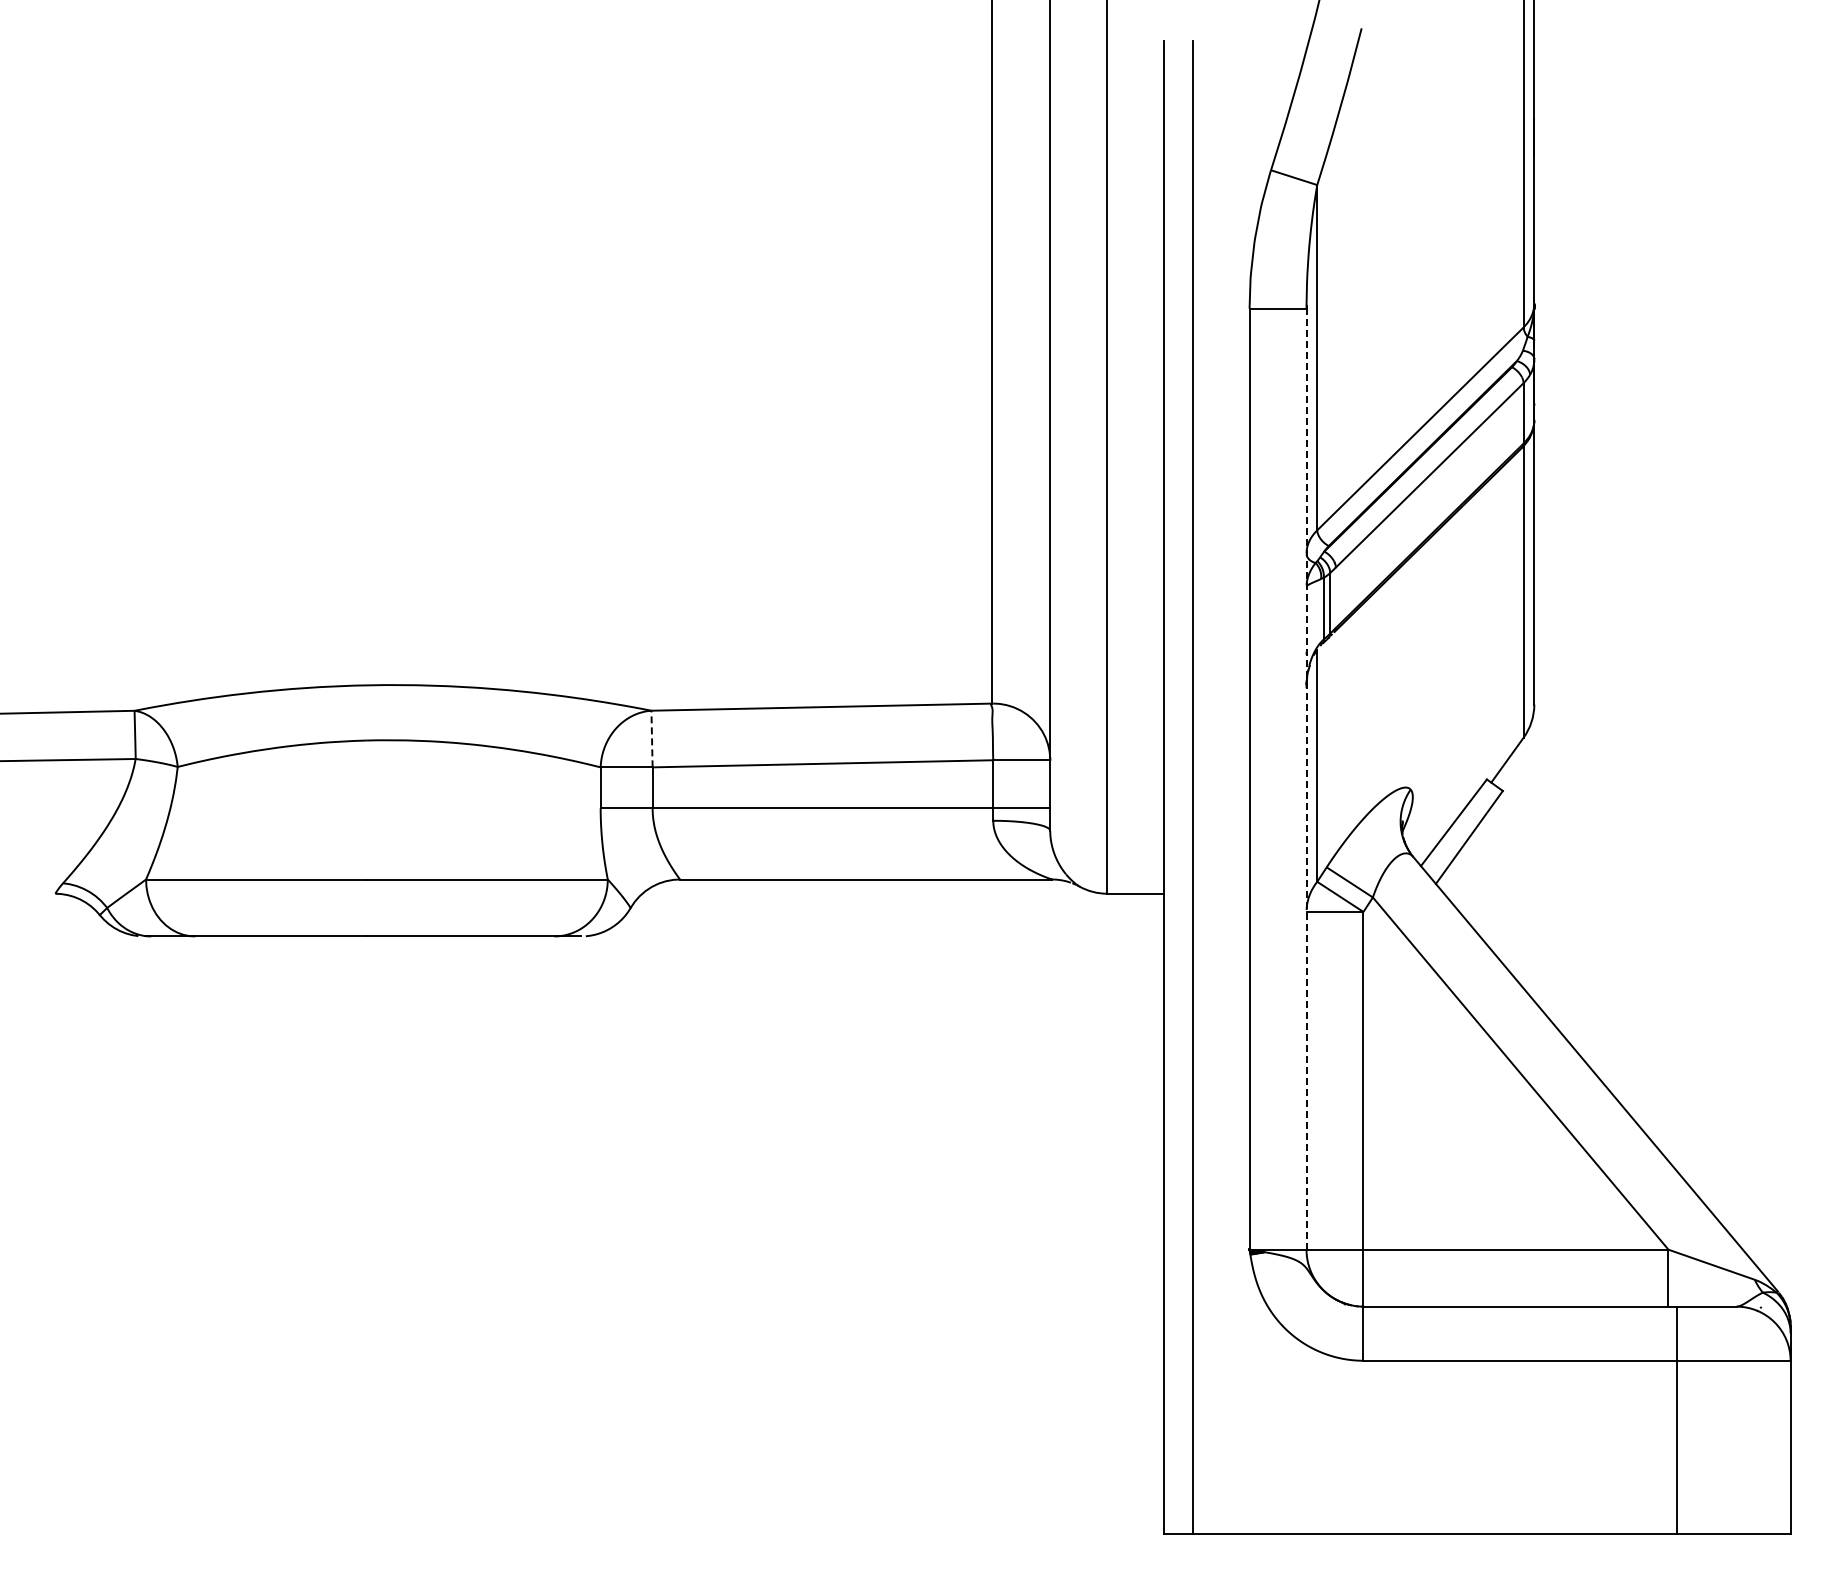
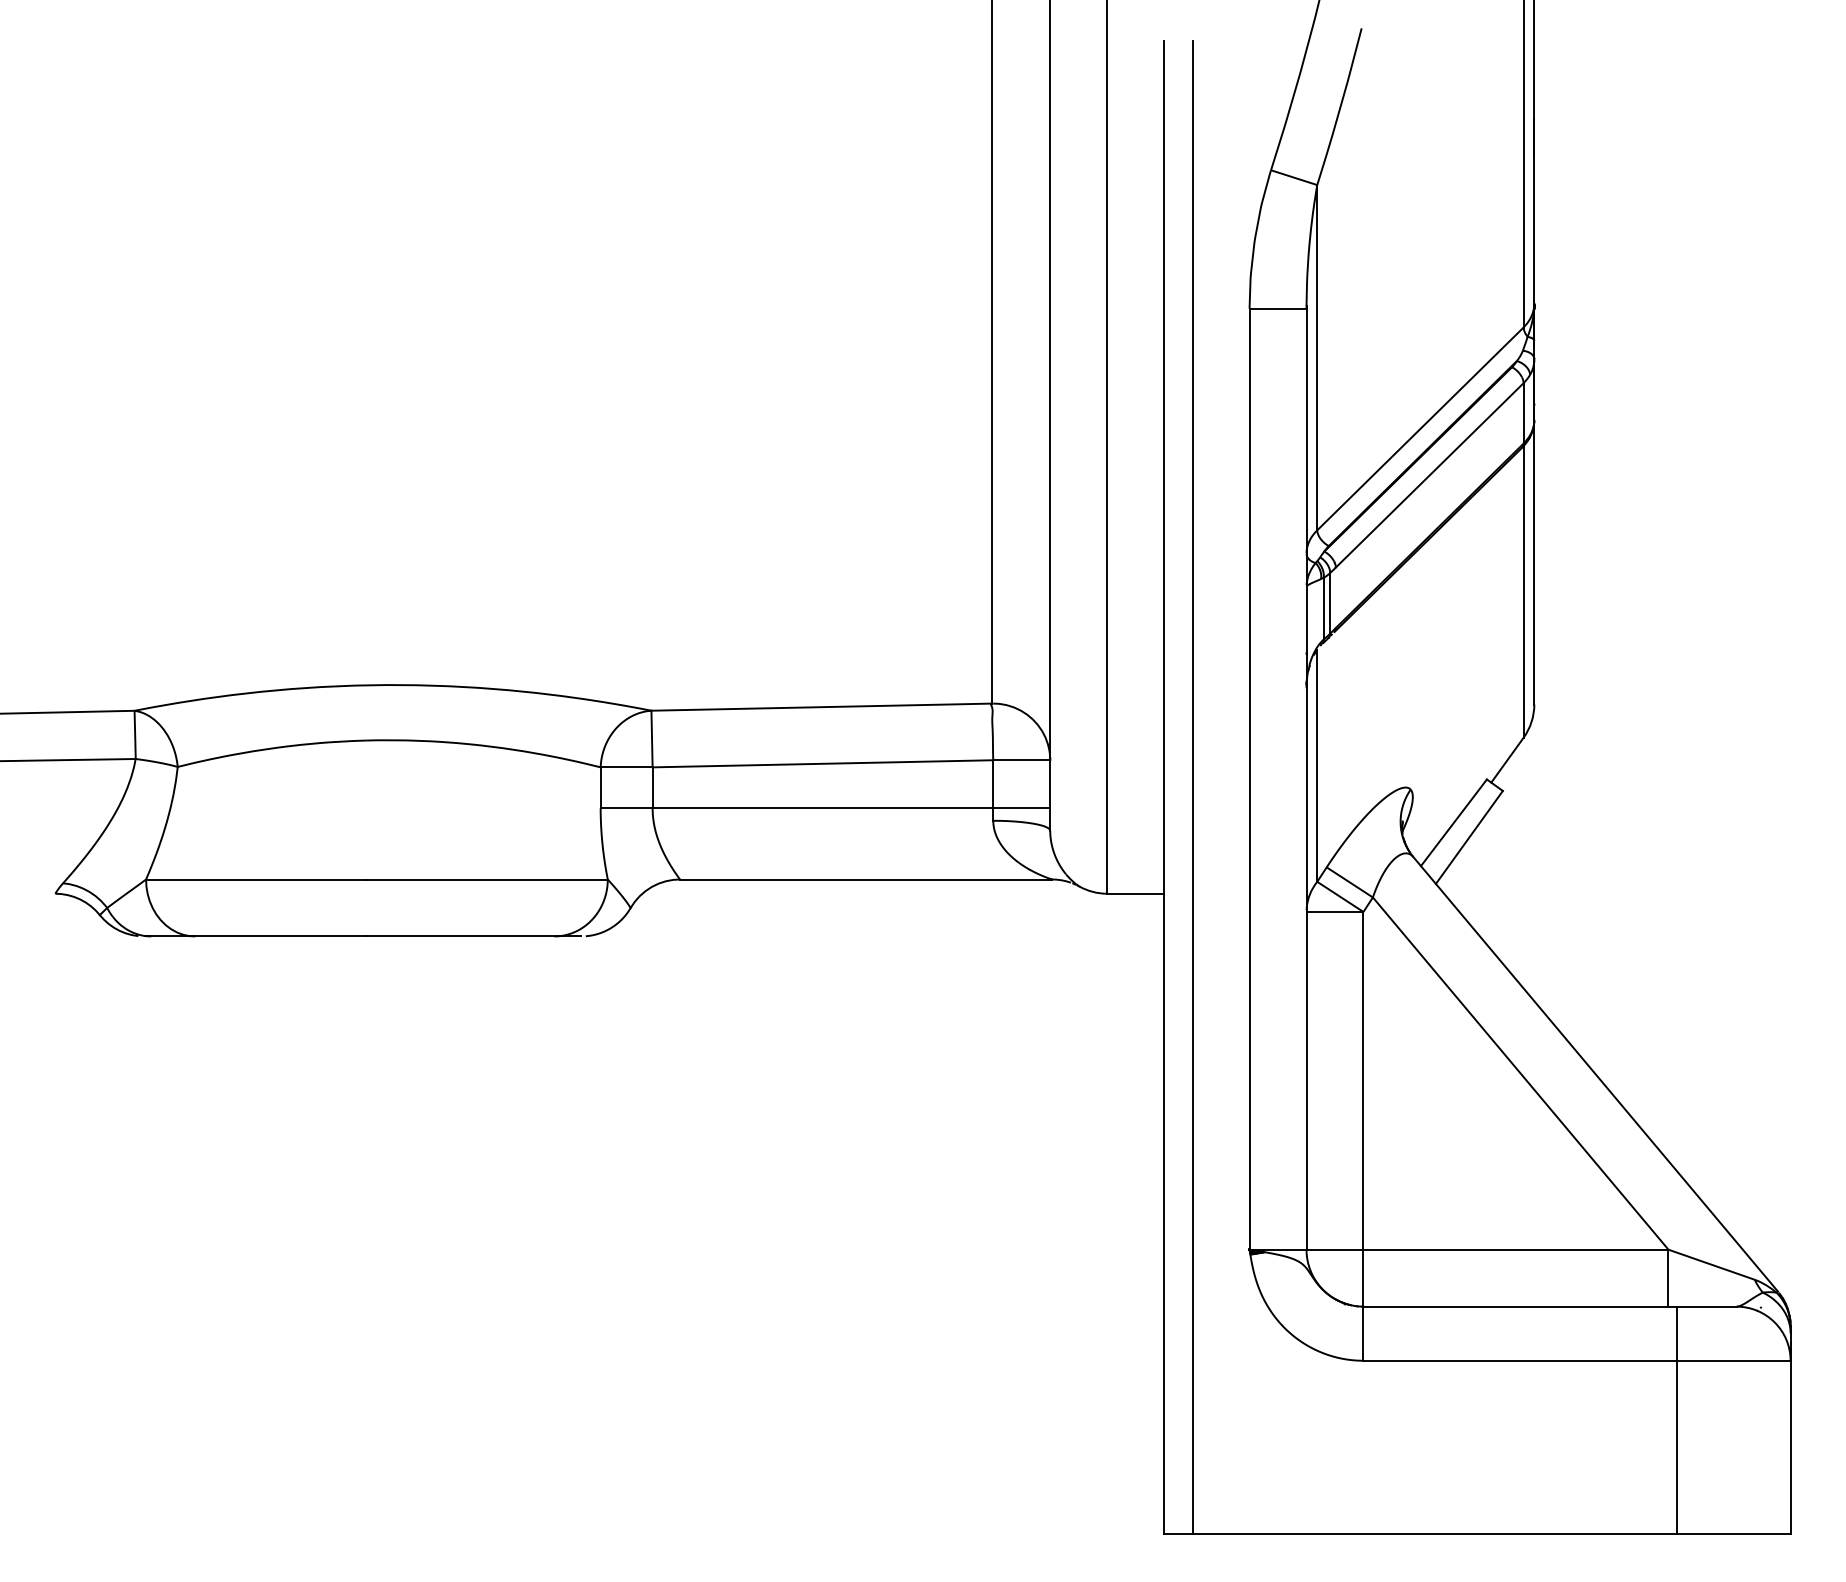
line at (652, 738): dashed -> solid
line at (1306, 778): dashed -> solid
